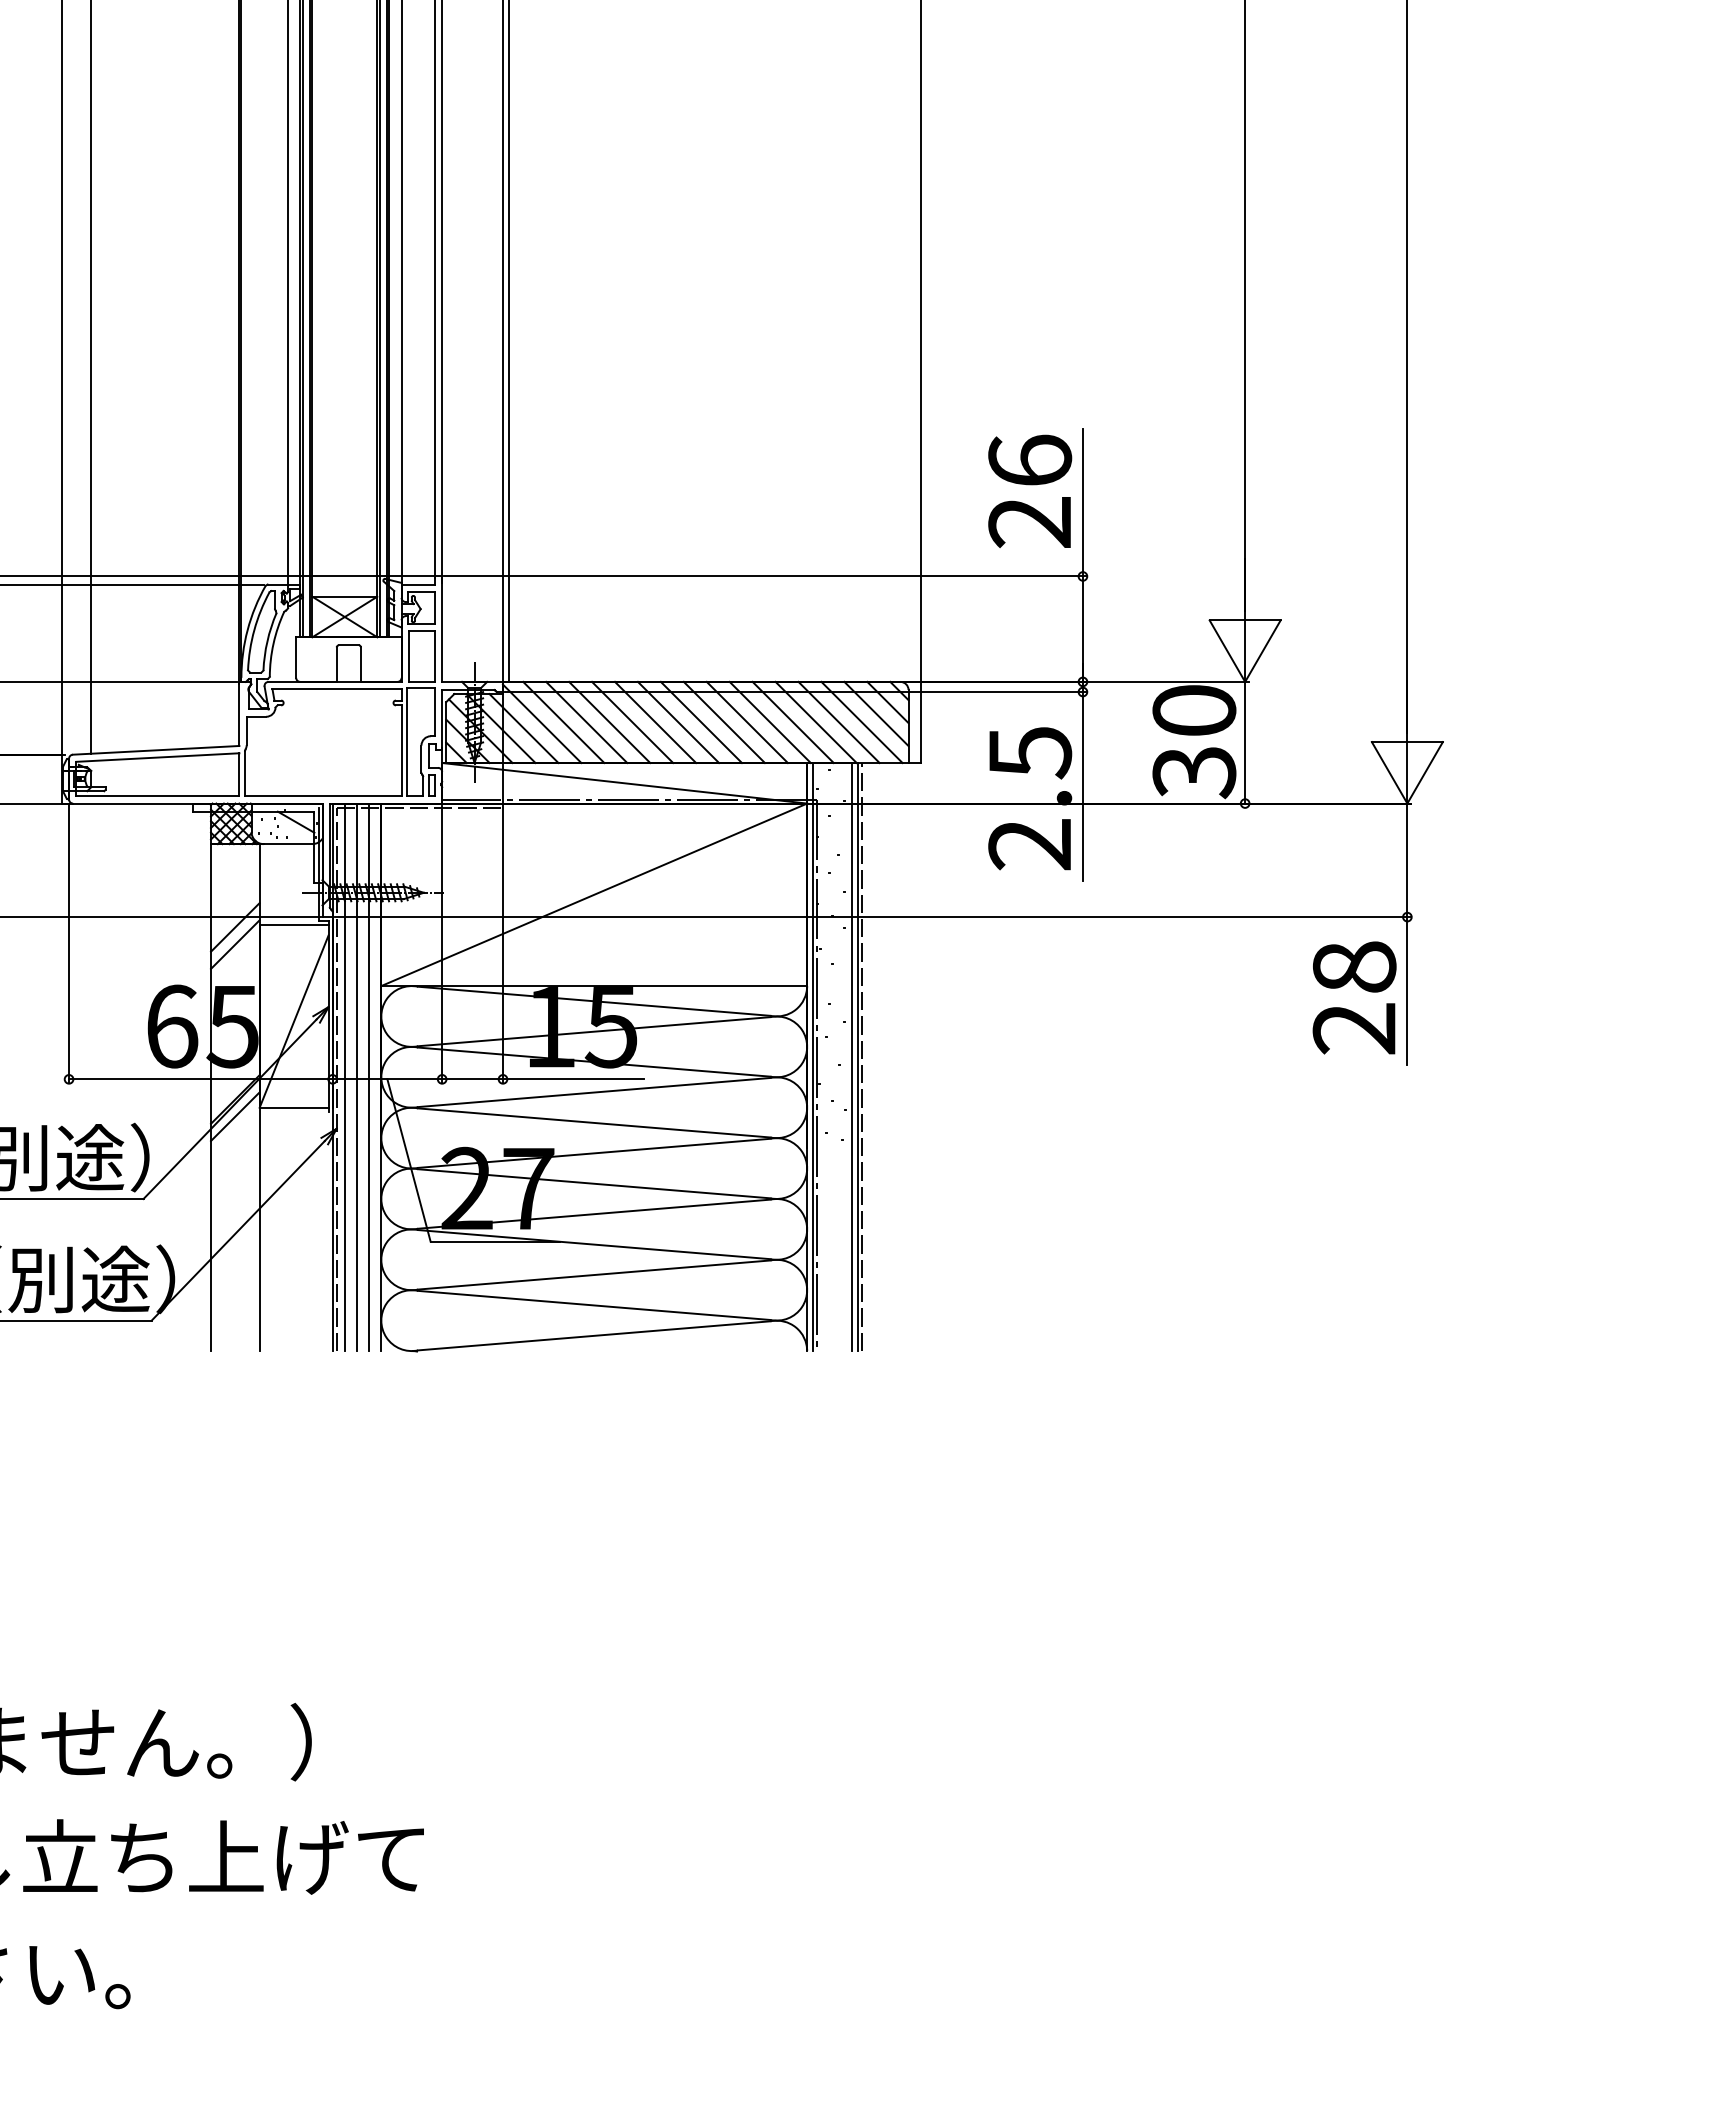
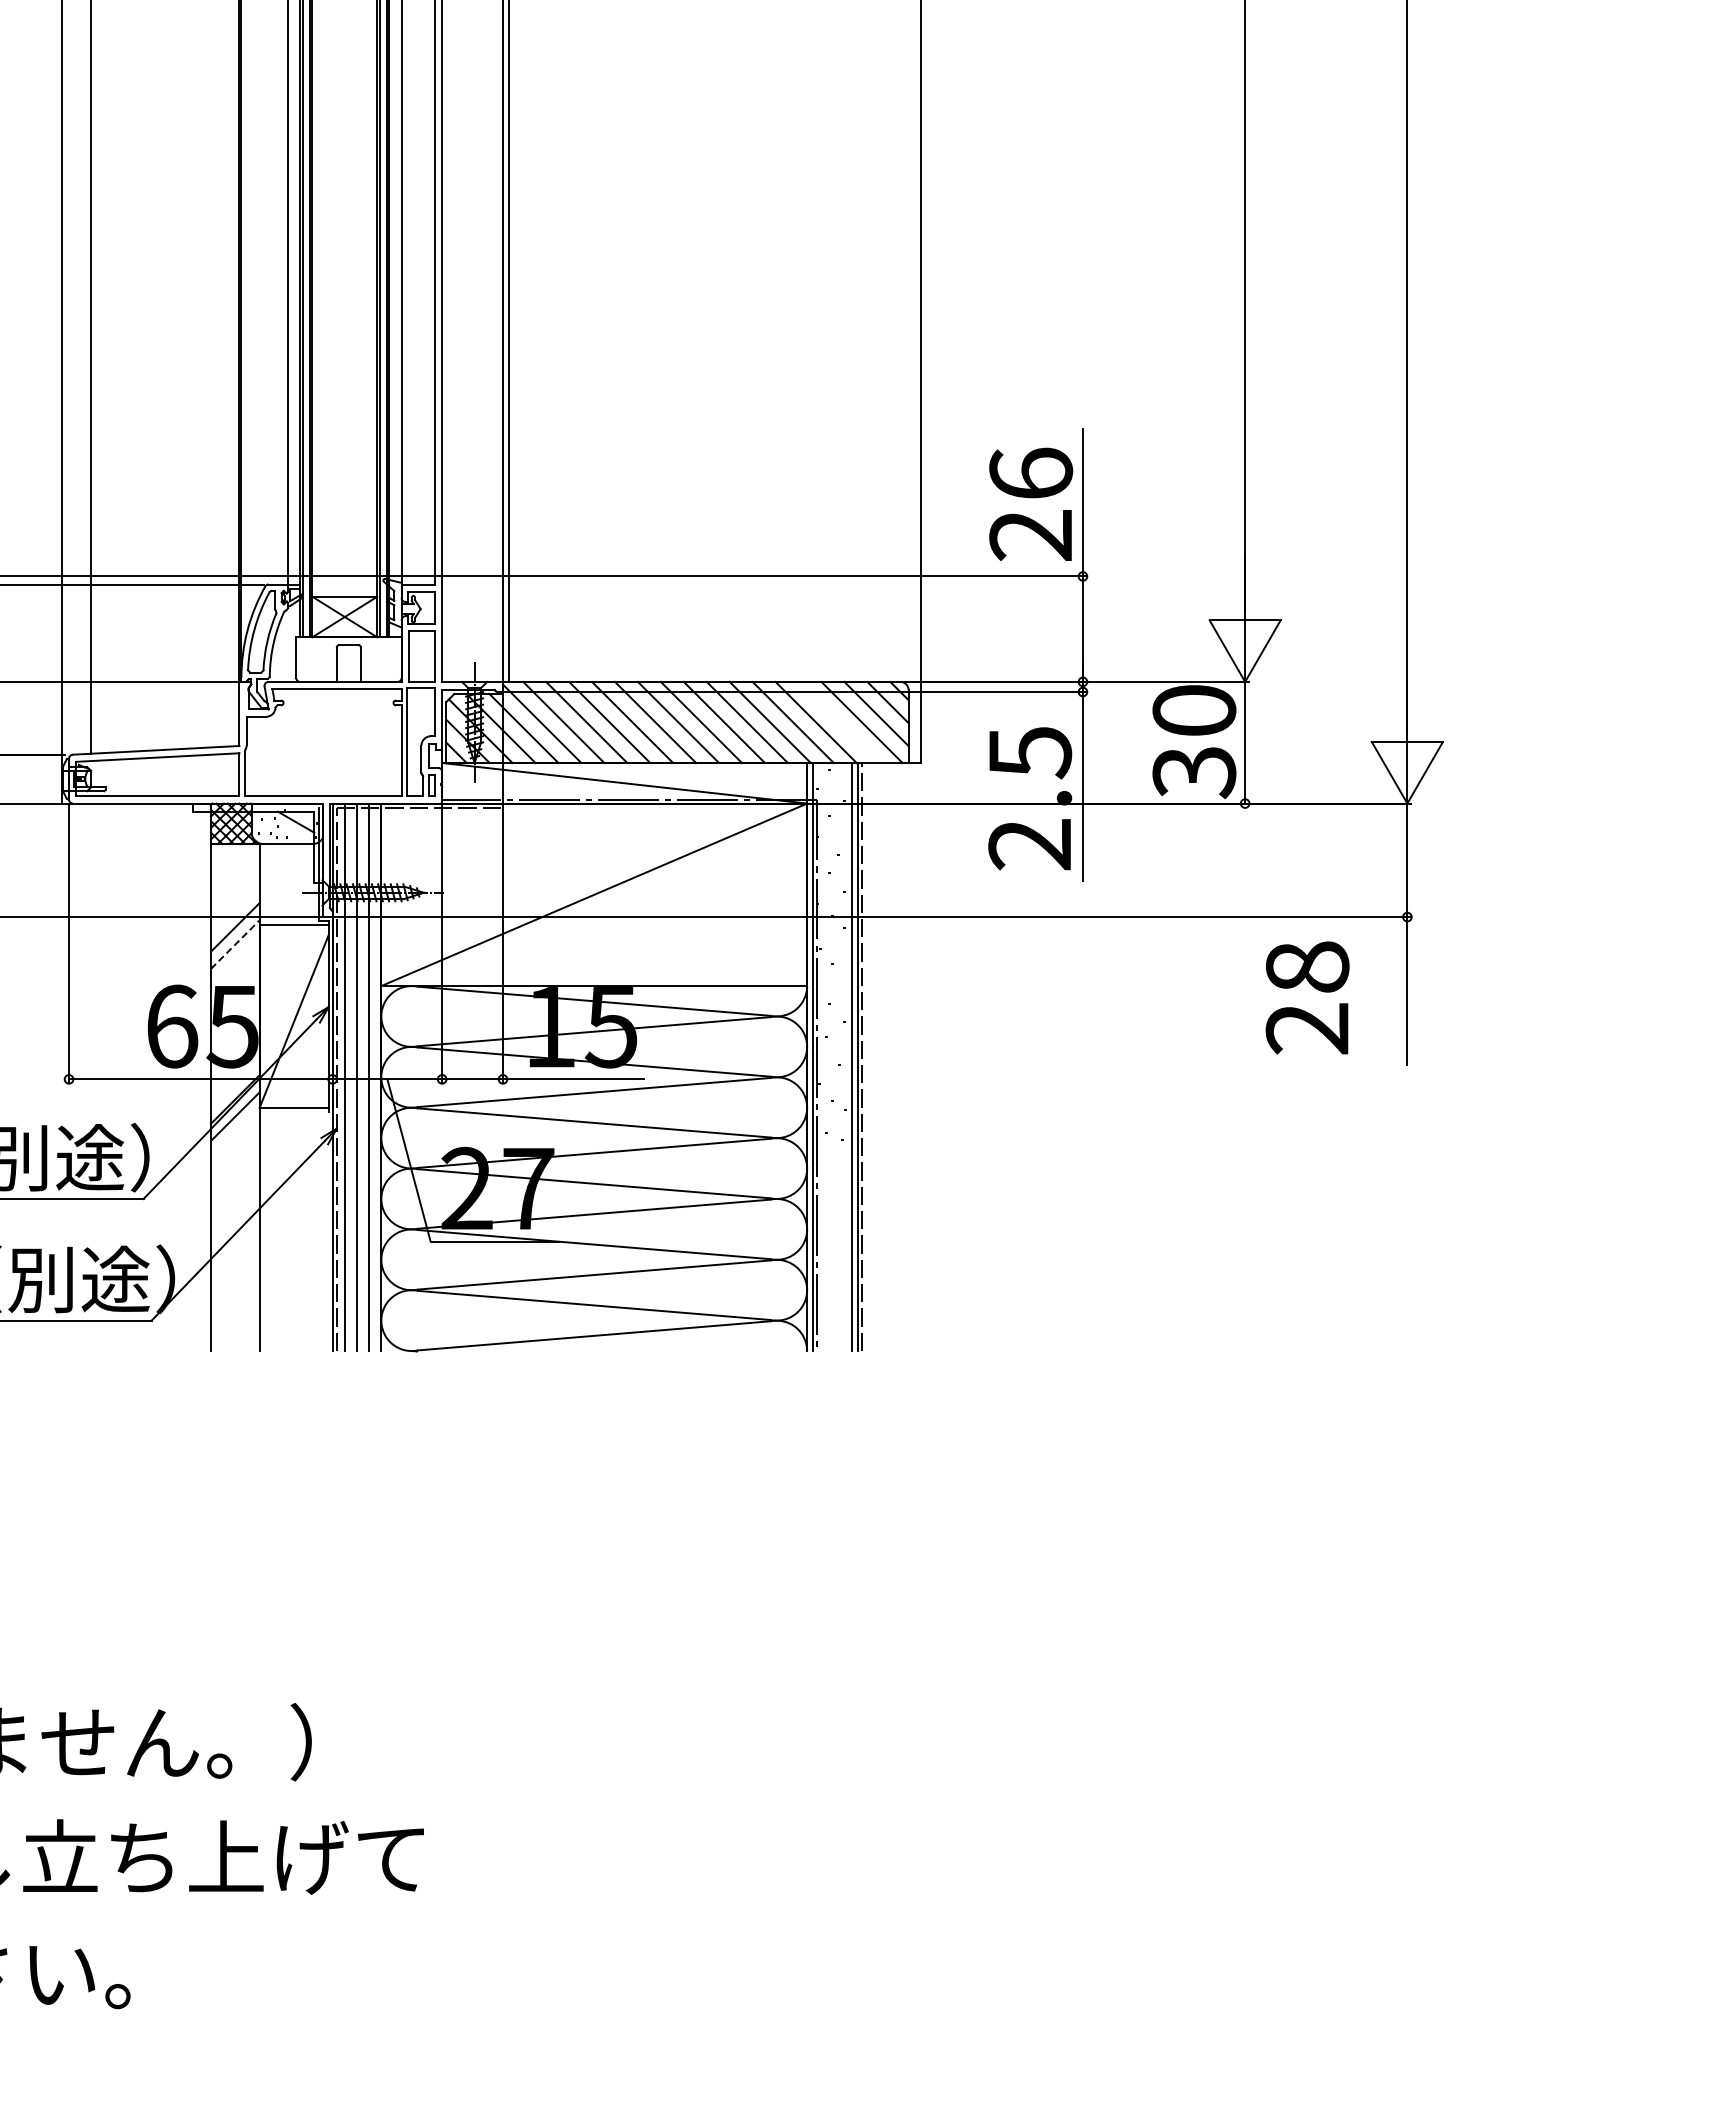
text at (1030, 490) position: (1030, 490) -> (1031, 503)
line at (838, 722): present -> none
line at (235, 944): solid -> dashed
text at (1354, 997) position: (1354, 997) -> (1307, 997)
